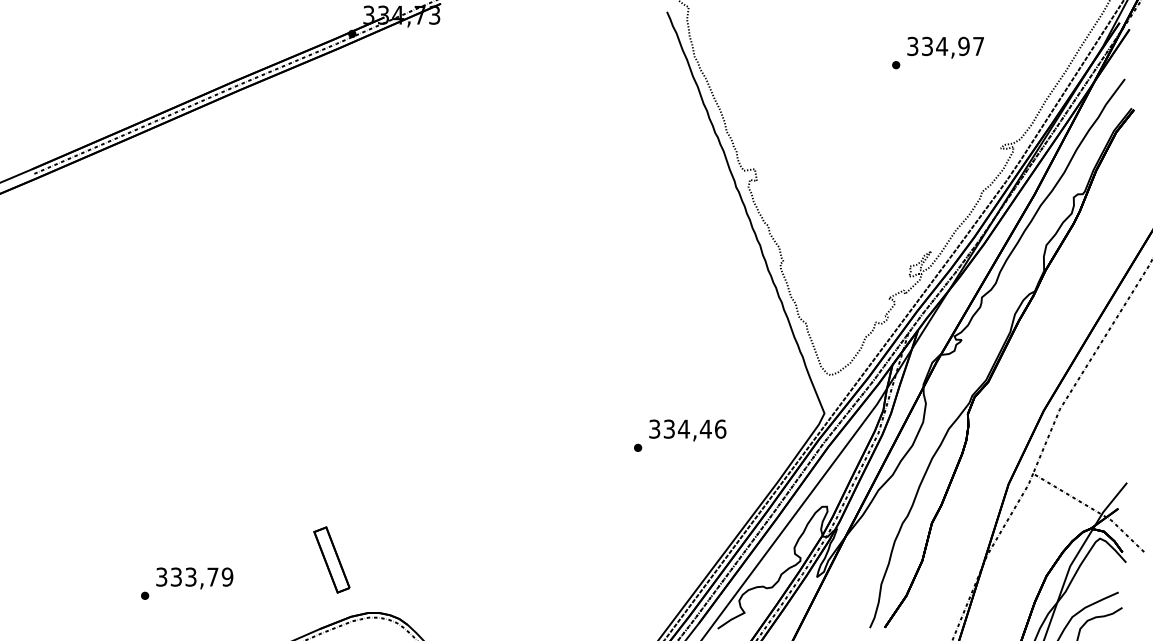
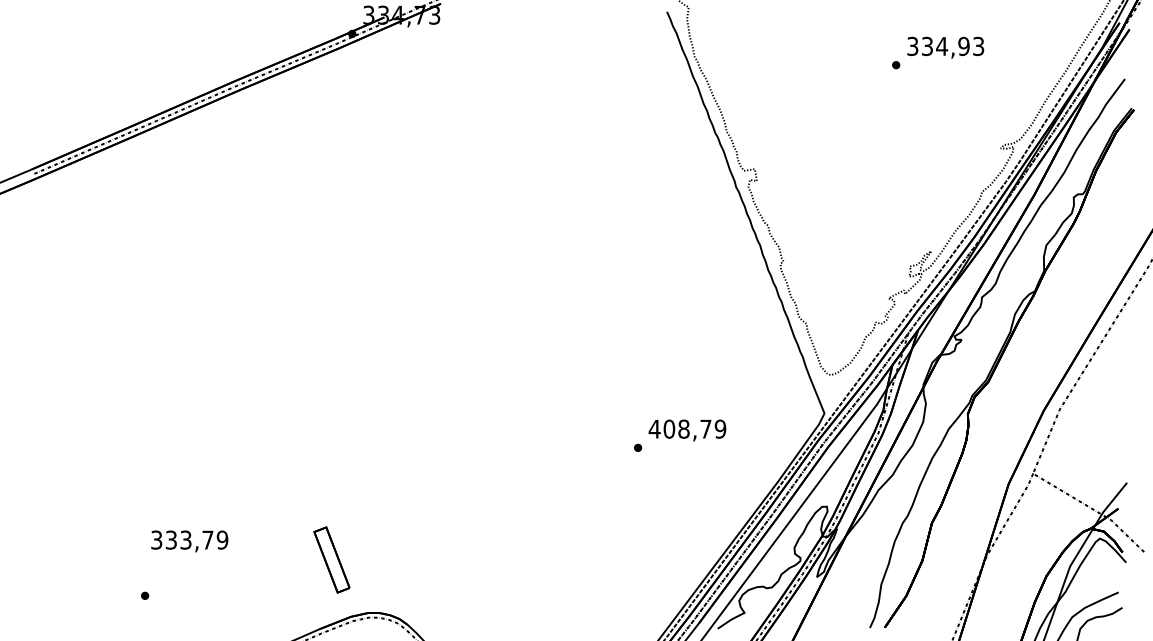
text at (978, 46): 334,97 -> 334,93
text at (687, 428): 334,46 -> 408,79
text at (194, 578) position: (194, 578) -> (189, 541)
